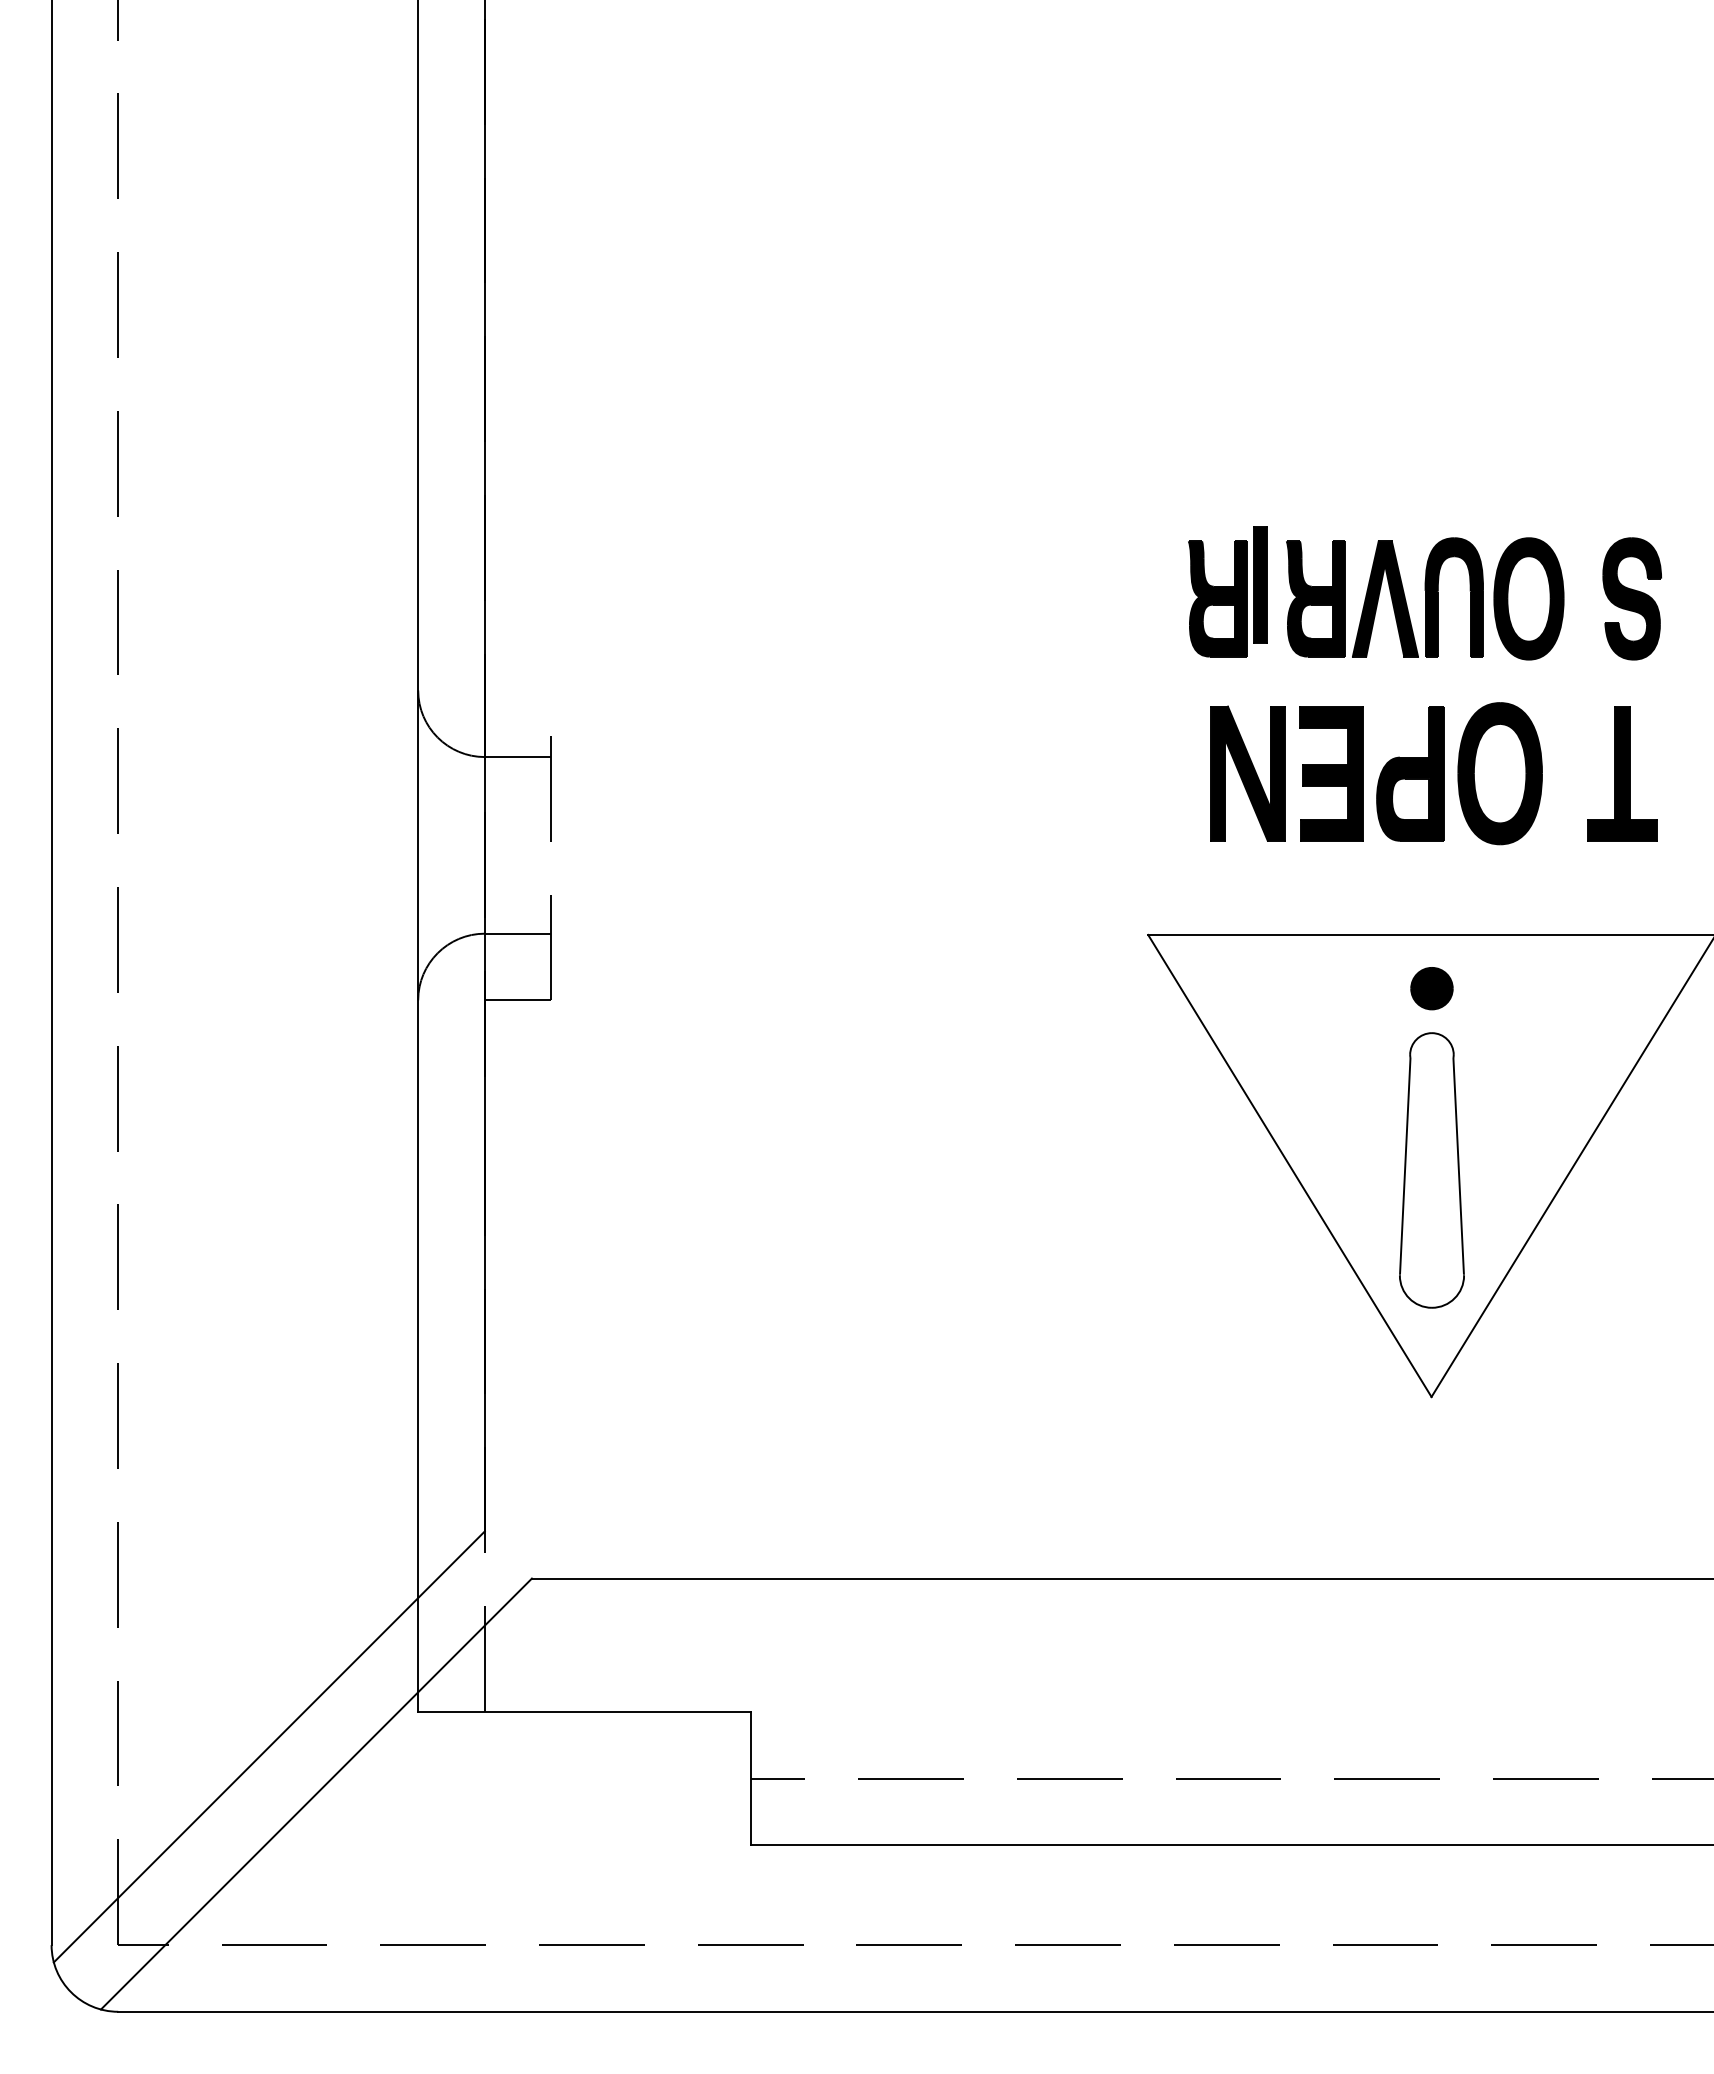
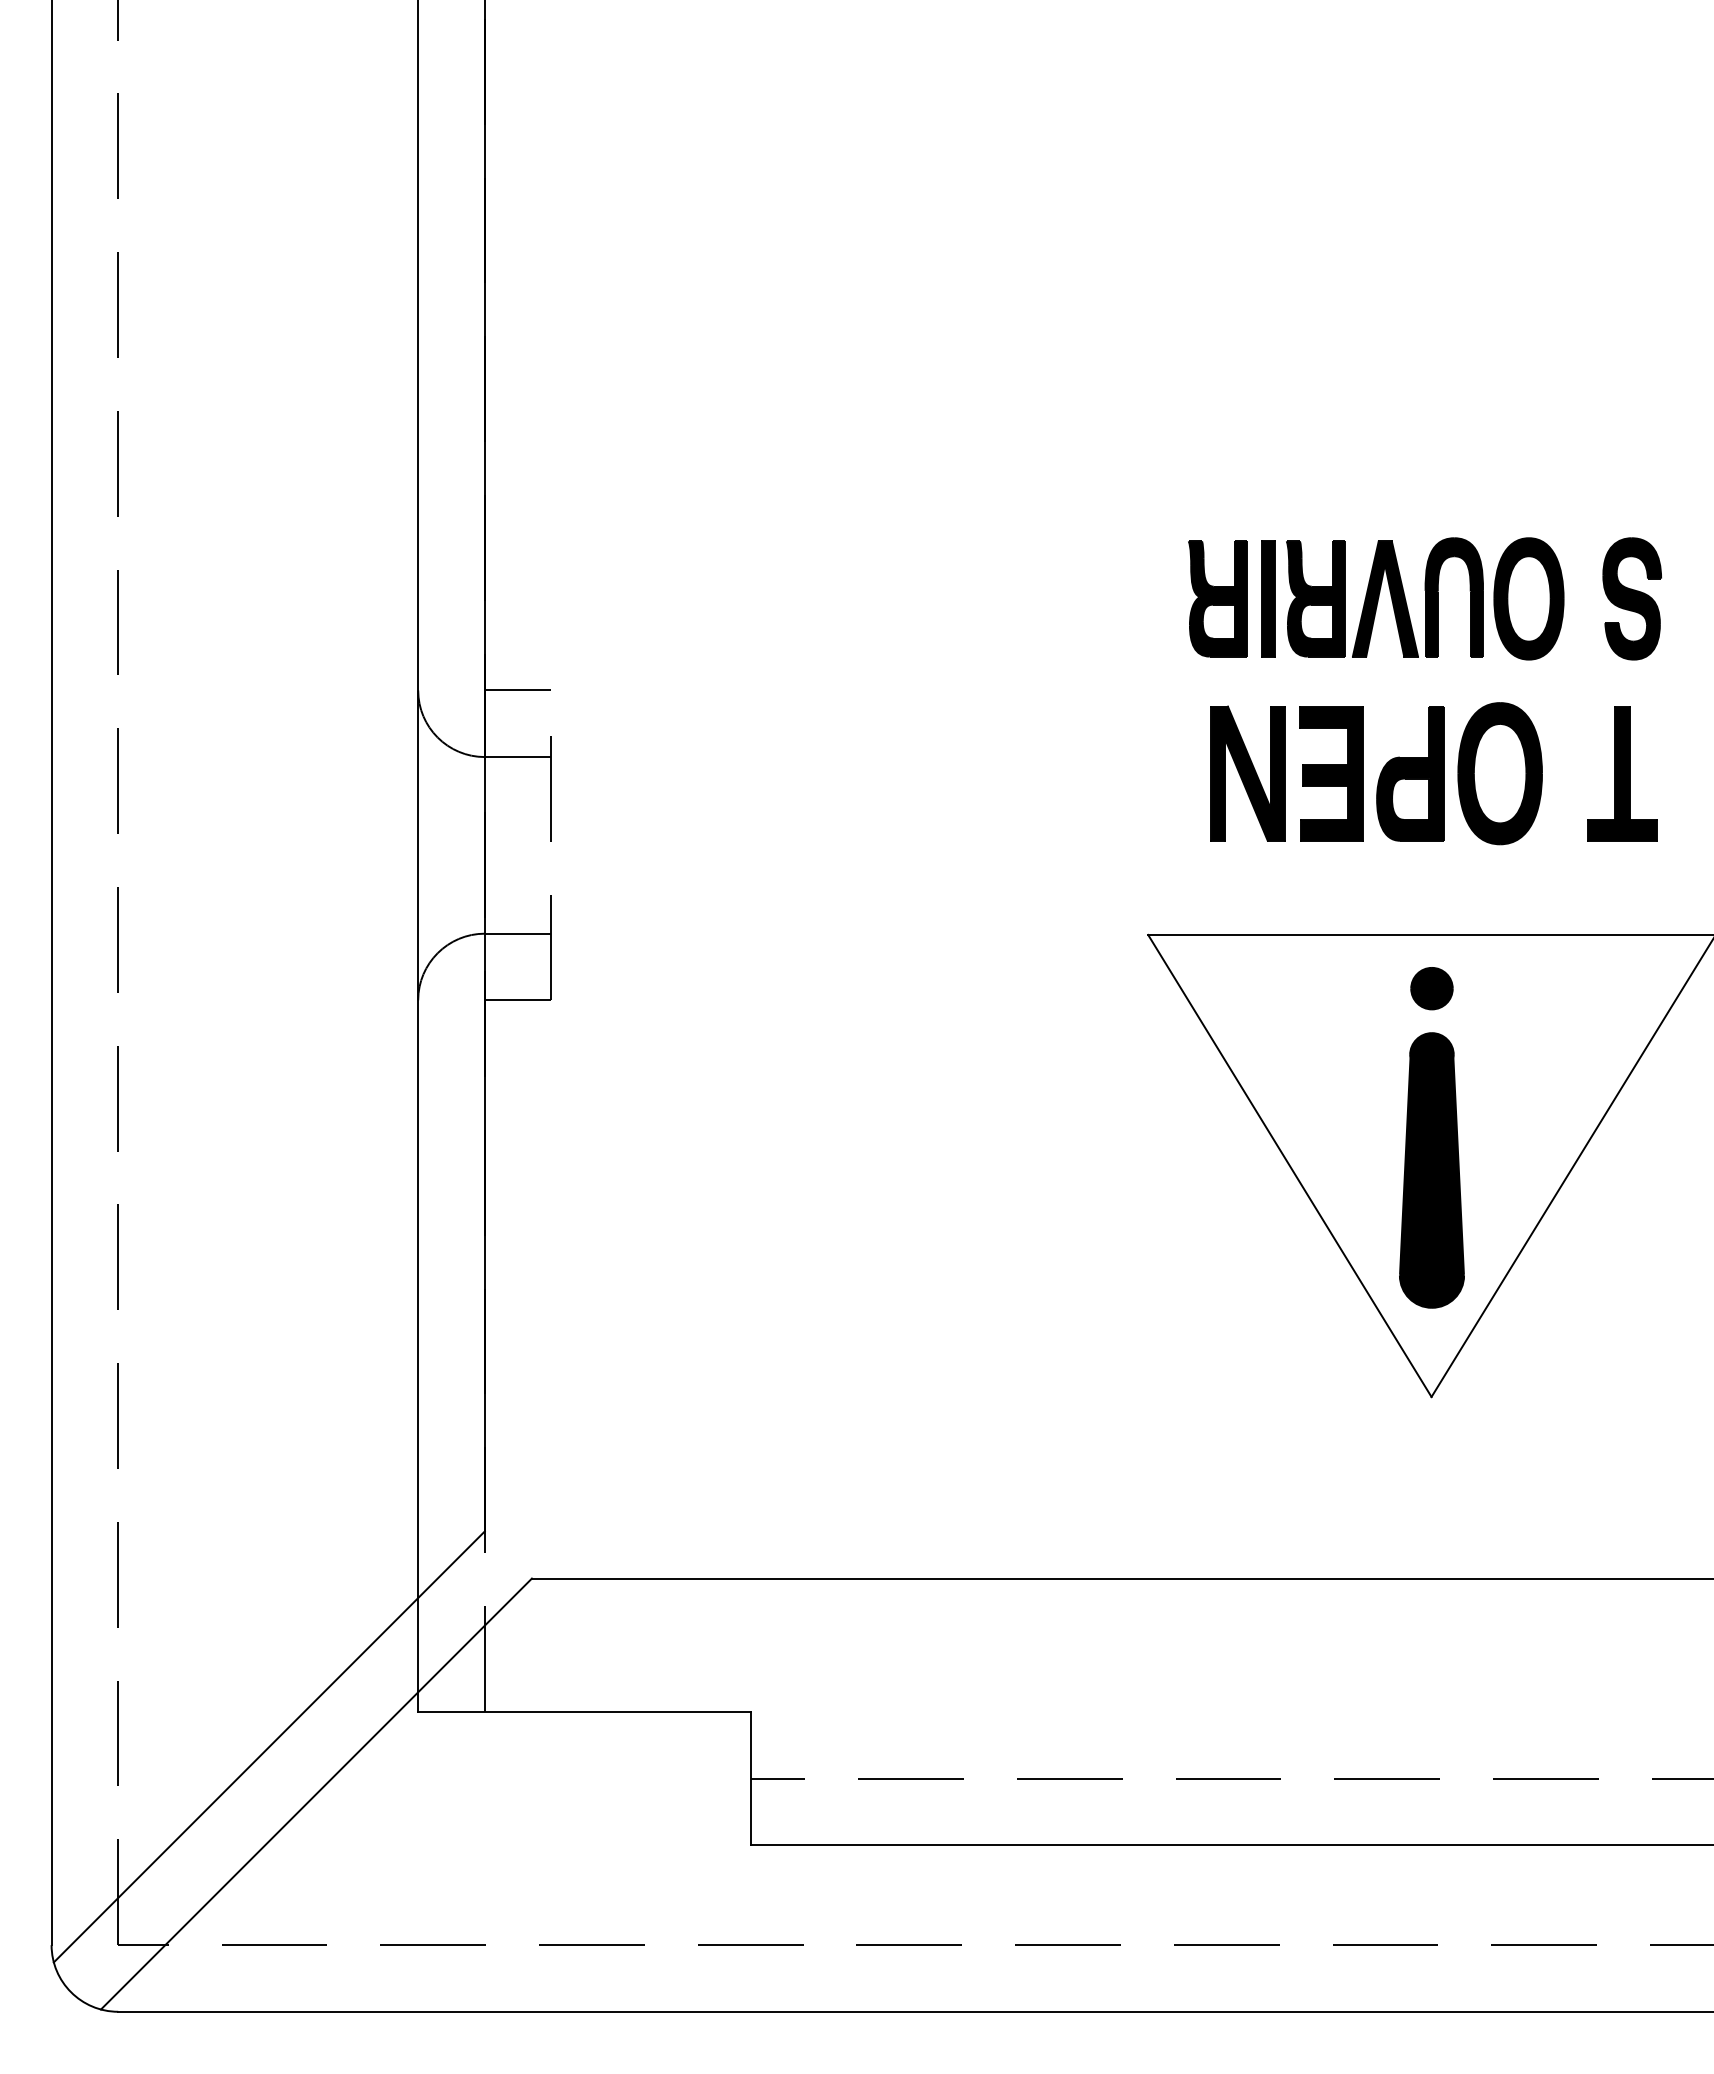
part at (1260, 584) position: (1260, 584) -> (1268, 598)
line at (517, 690): none -> present
fill at (1431, 1170): none -> present
